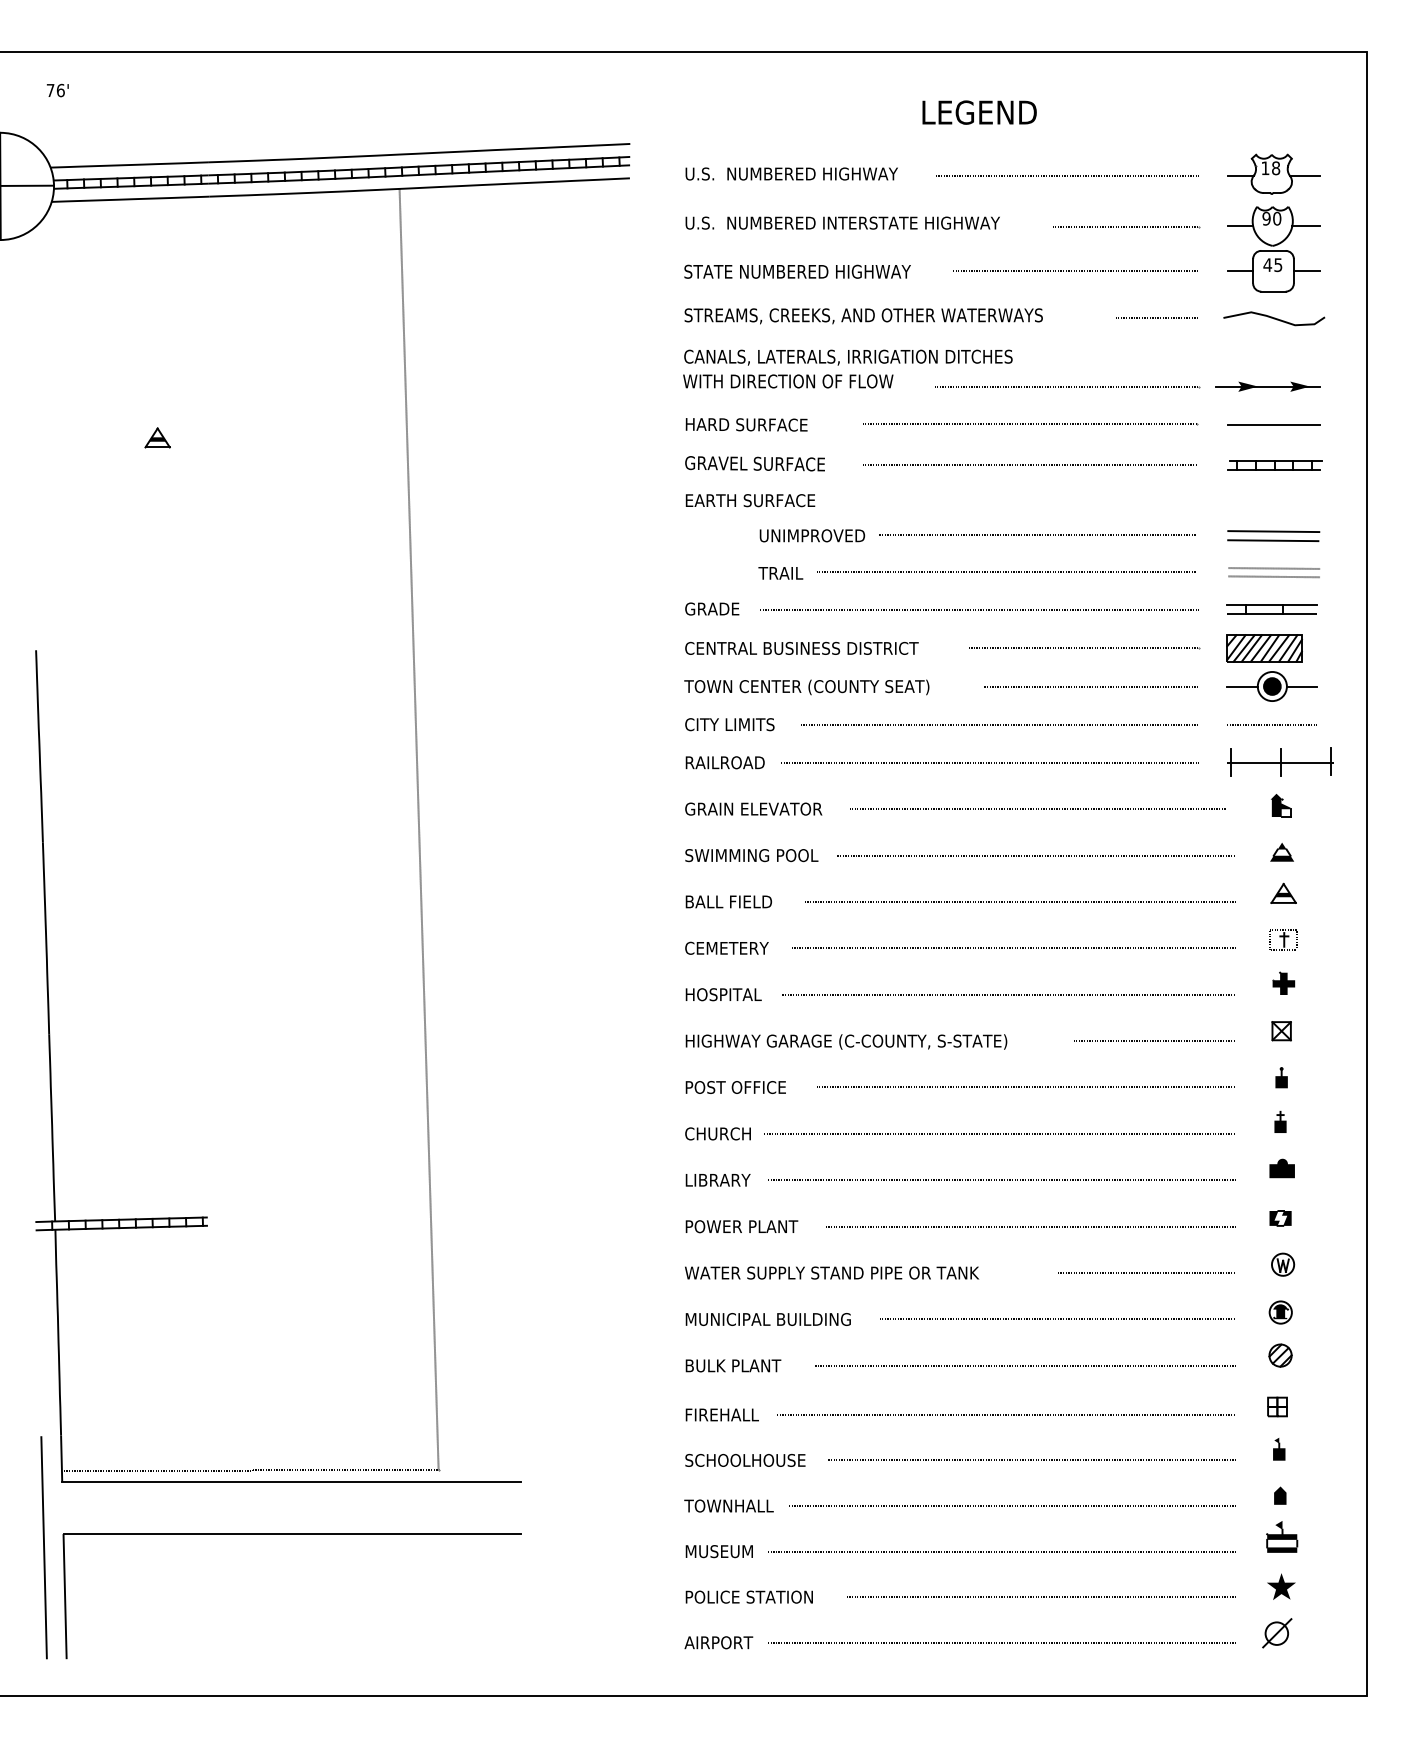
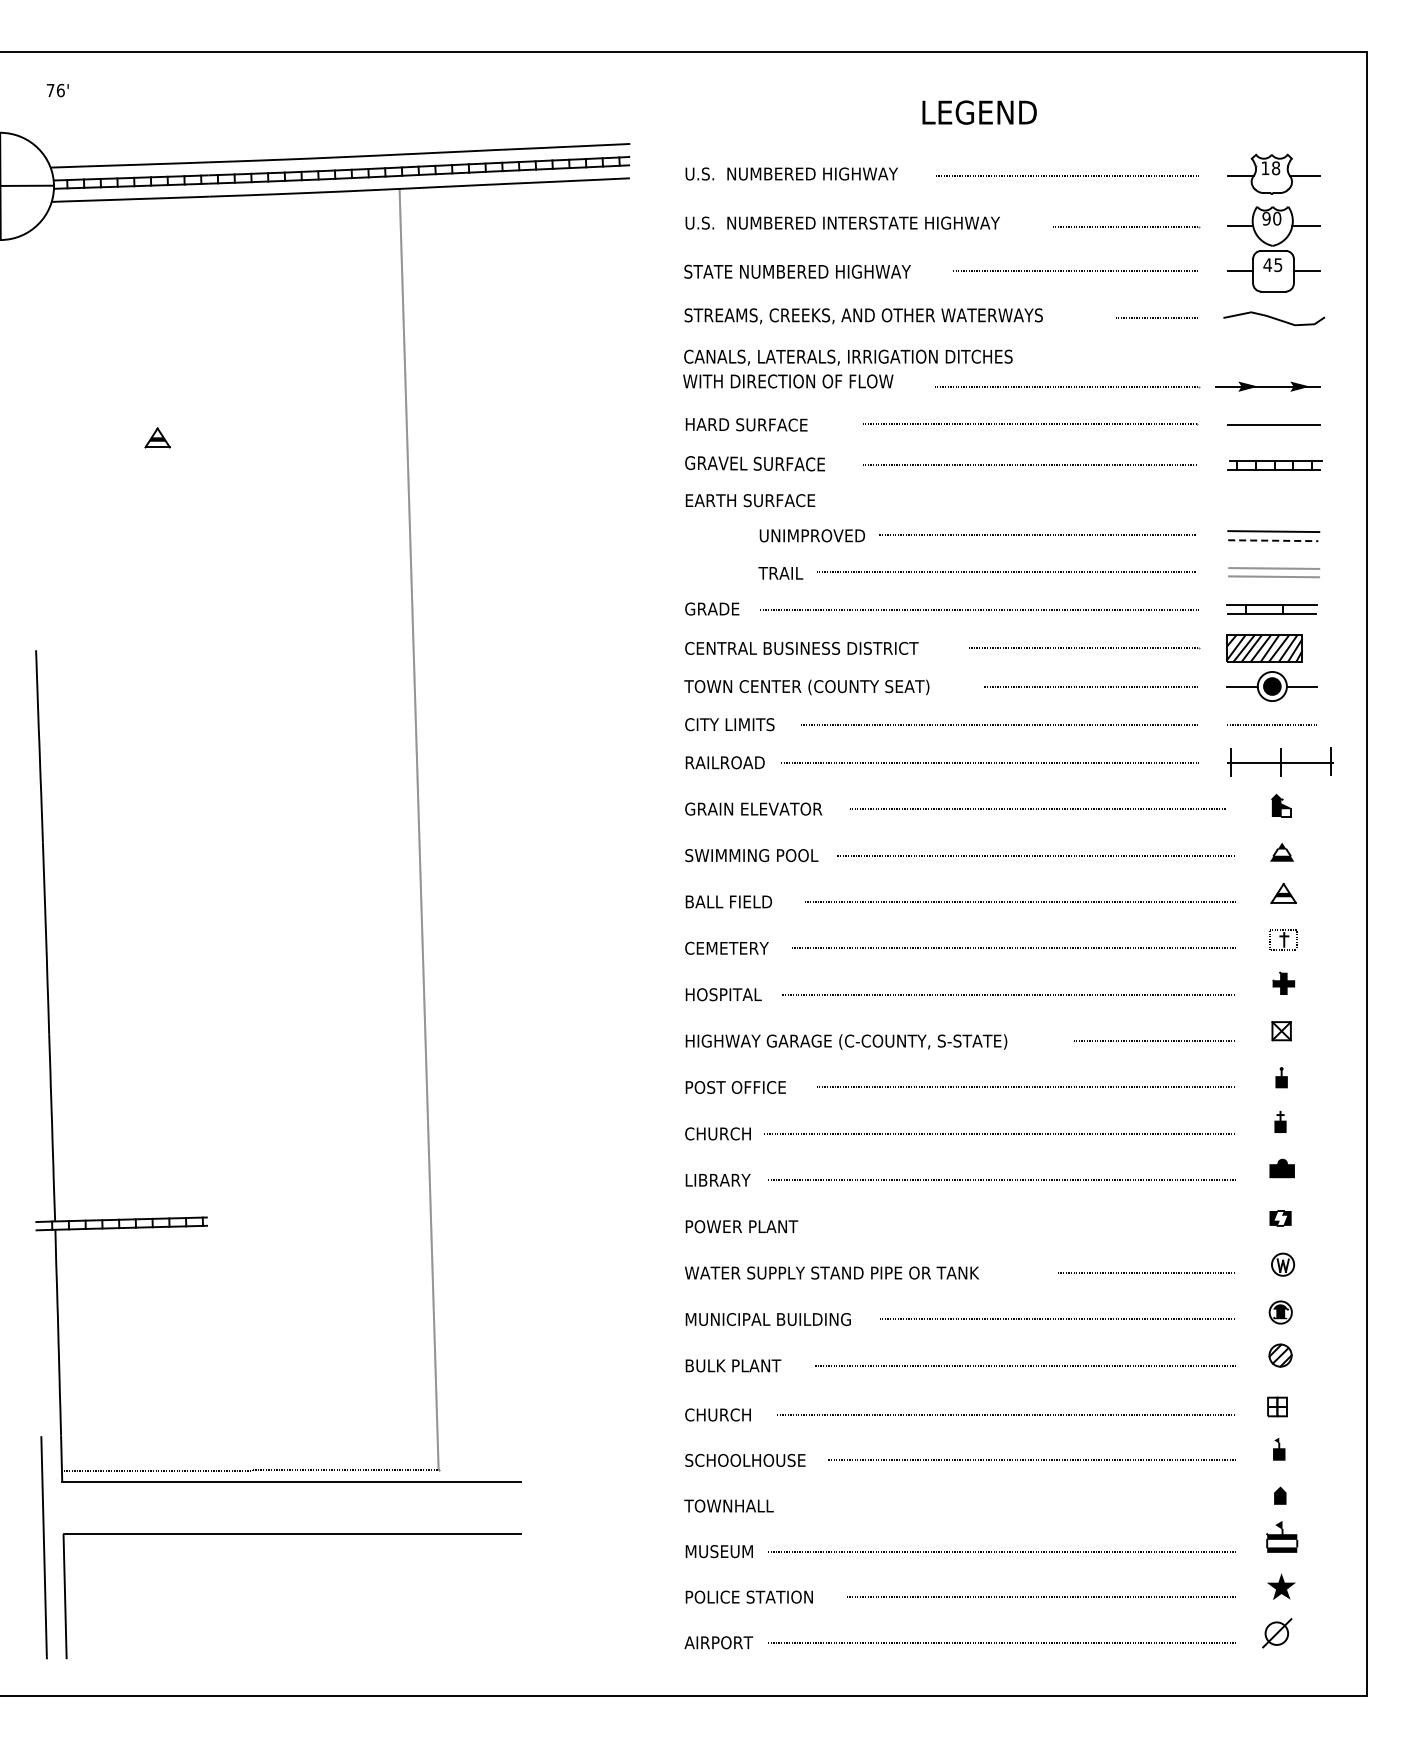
line at (1273, 540): solid -> dashed
line at (1030, 1226): present -> none
text at (721, 1414): FIREHALL -> CHURCH
line at (1012, 1505): present -> none
